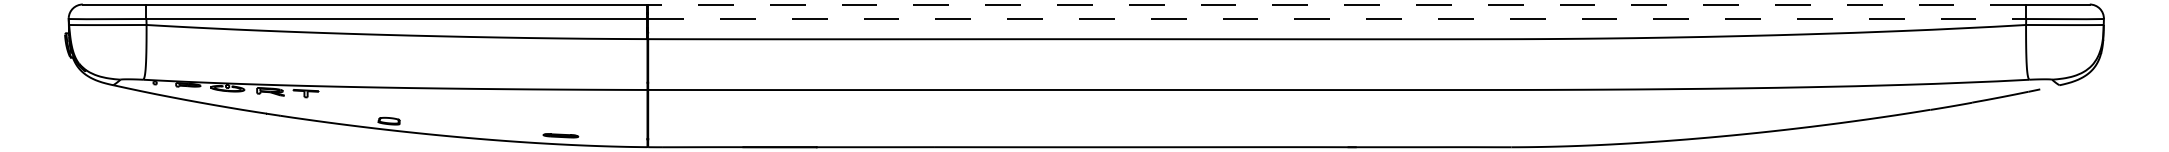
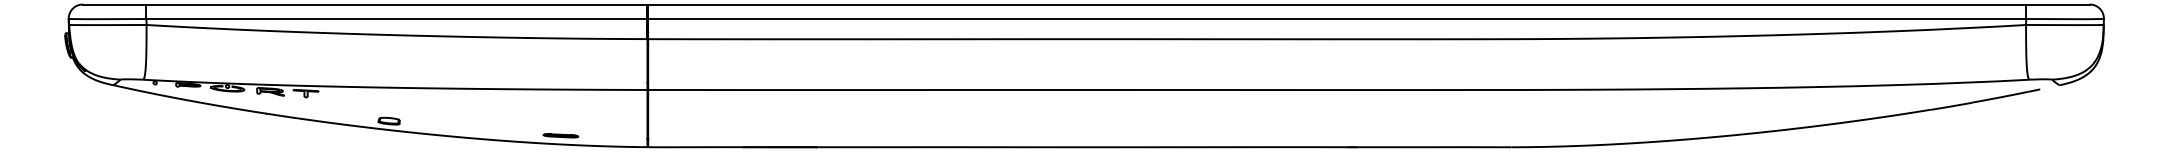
line at (1336, 4): dashed -> solid
line at (1337, 19): dashed -> solid
